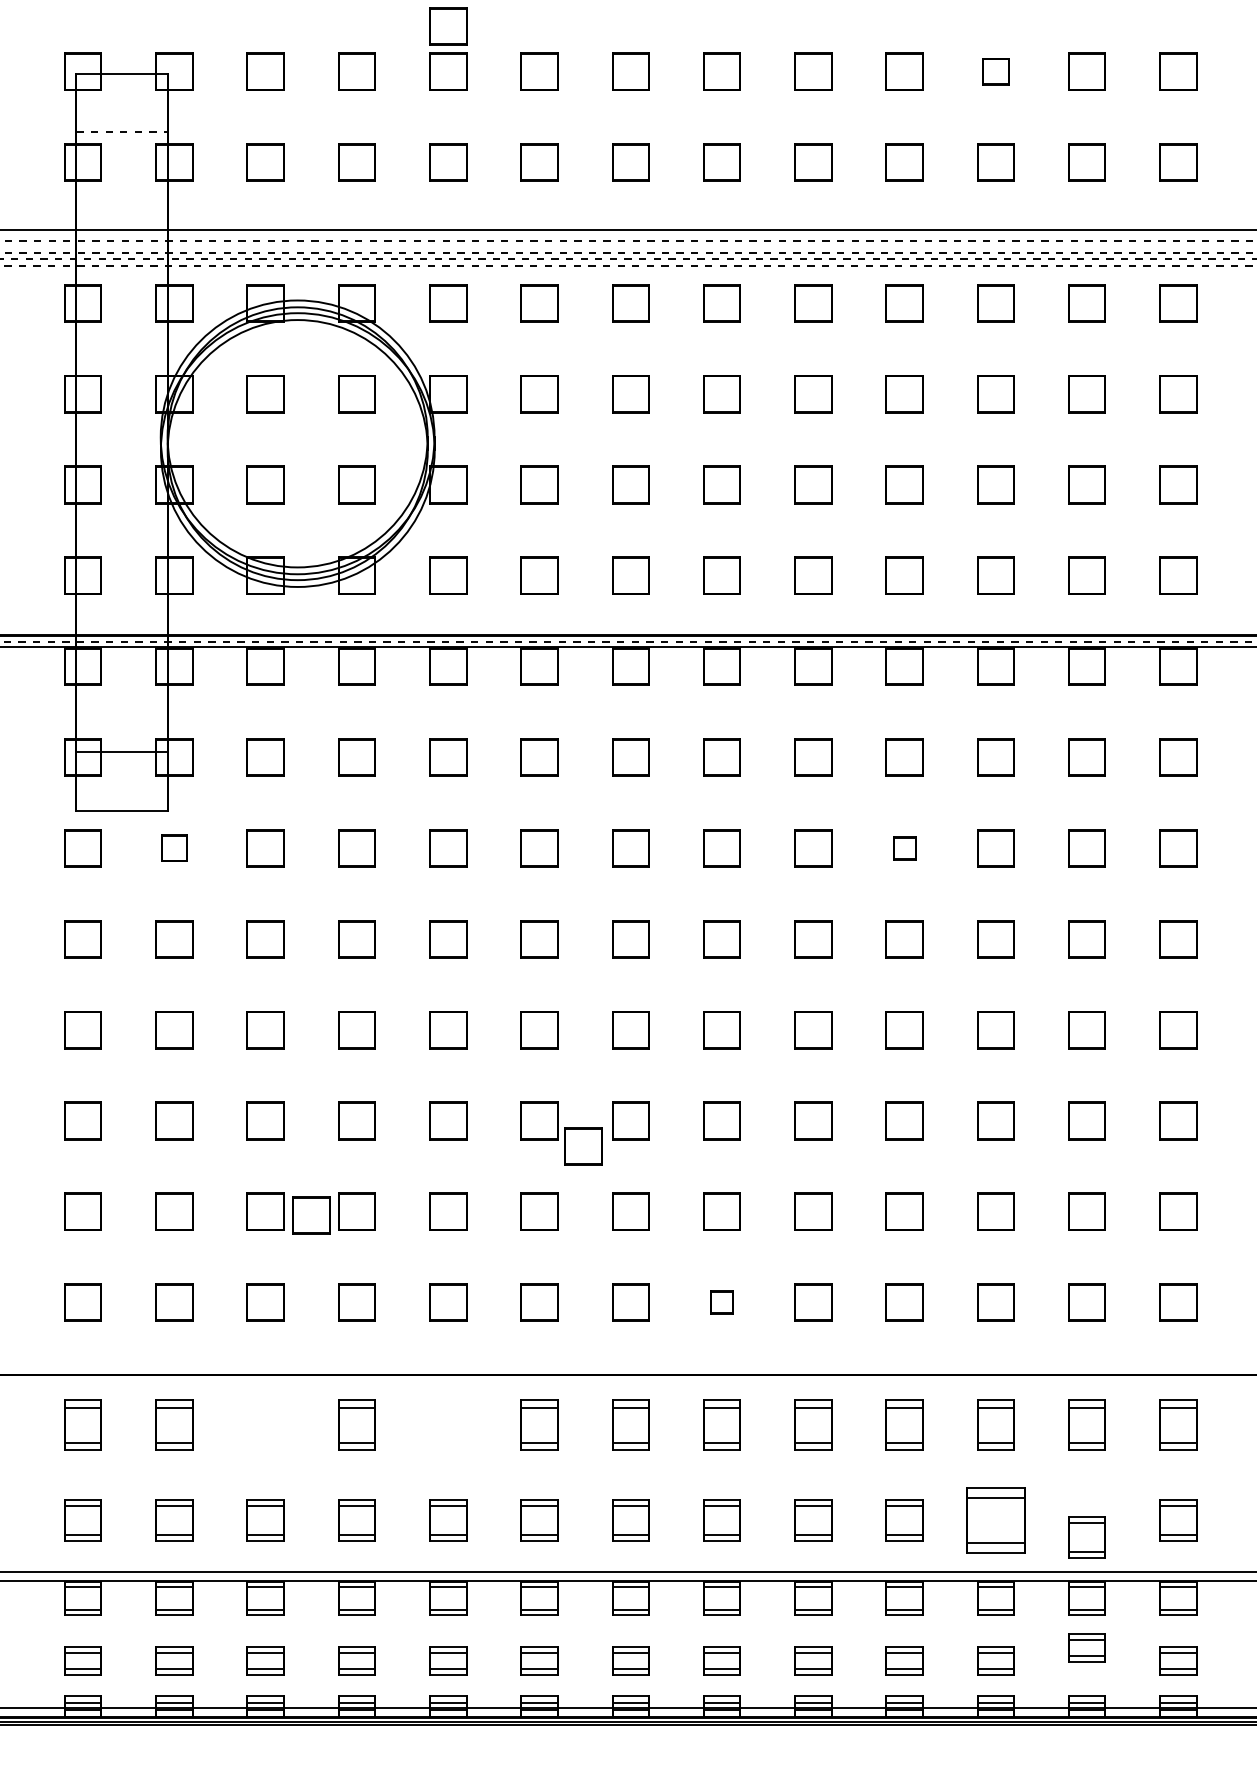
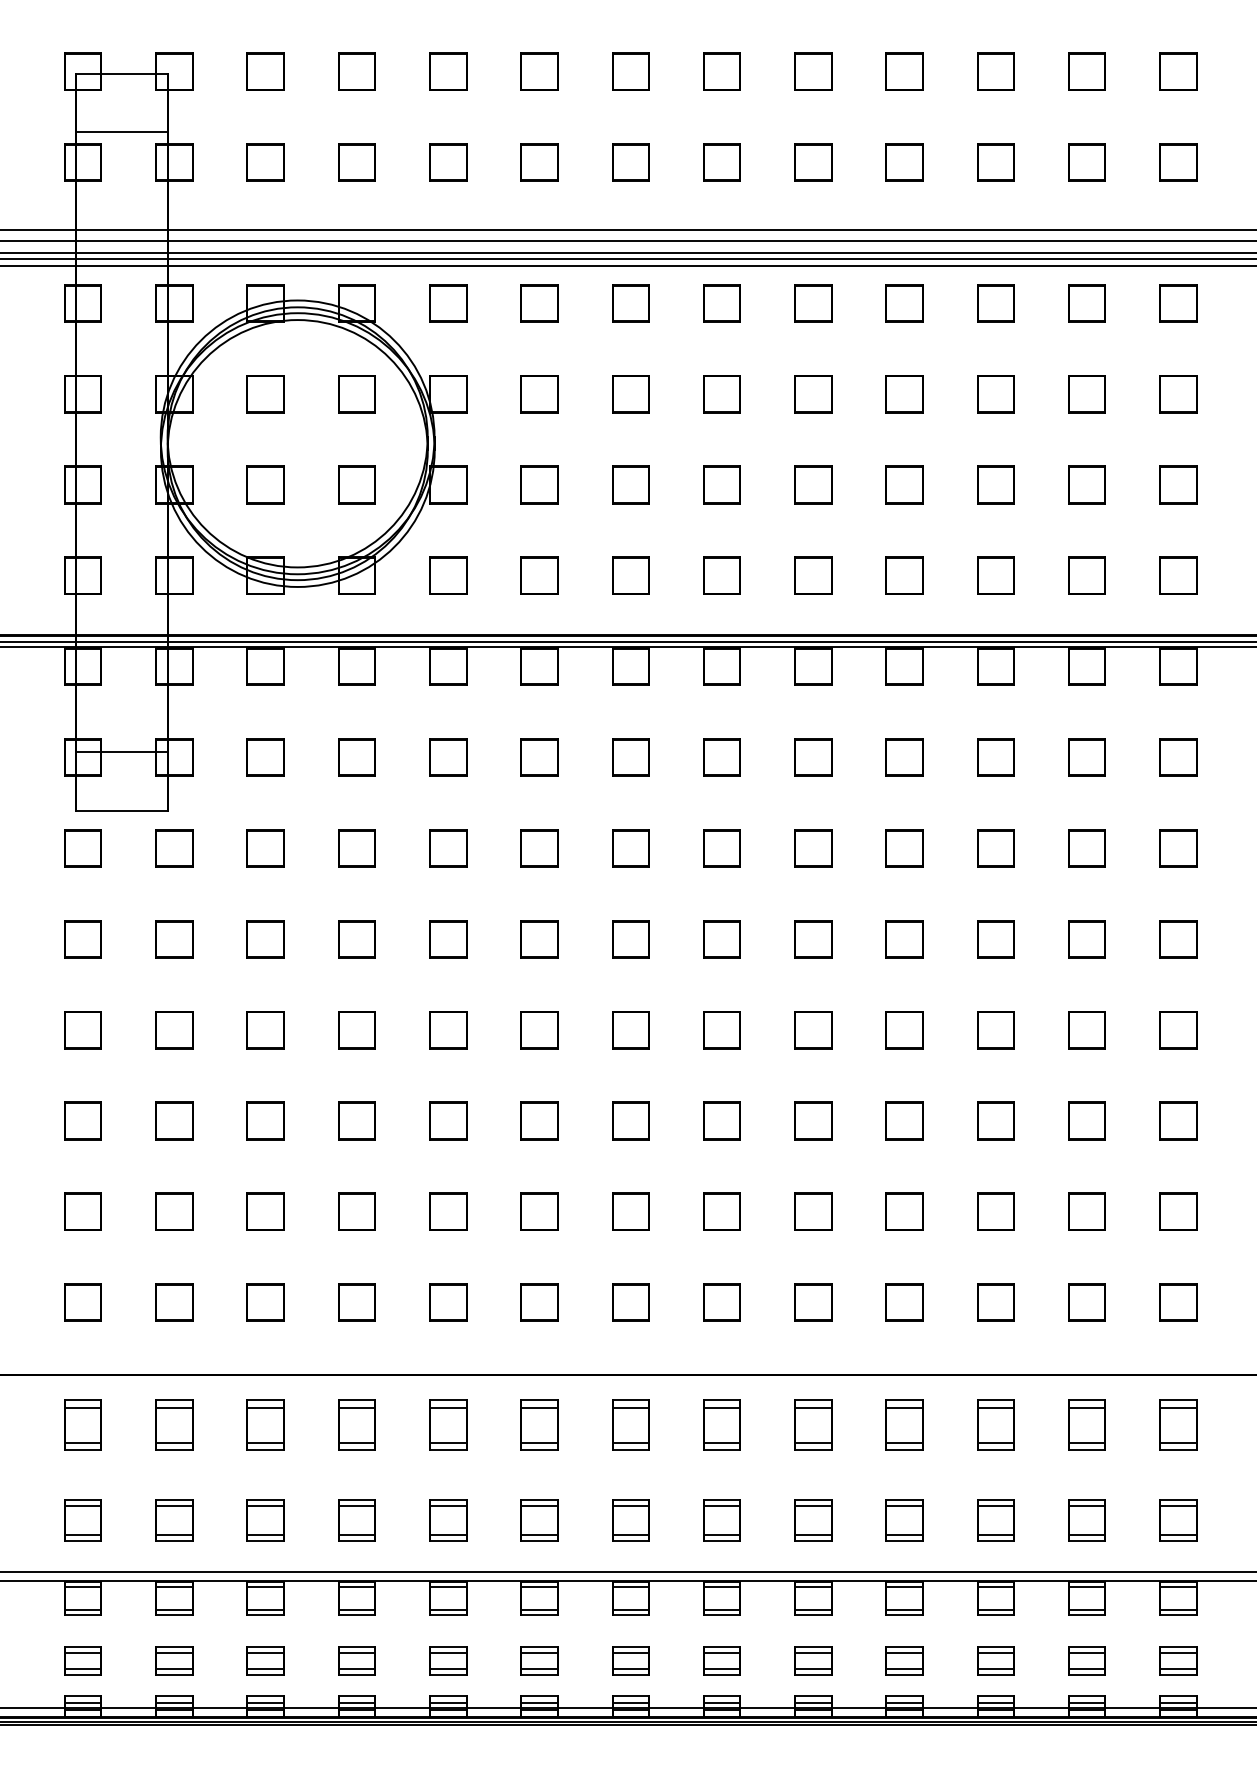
part at (448, 26): present -> none
part at (995, 71) size: 28x28 px -> 38x39 px
line at (121, 132): dashed -> solid
line at (628, 240): dashed -> solid
line at (628, 252): dashed -> solid
line at (628, 259): dashed -> solid
line at (628, 265): dashed -> solid
line at (629, 642): dashed -> solid
part at (174, 847) size: 27x28 px -> 39x39 px
part at (904, 848) size: 24x25 px -> 39x39 px
part at (583, 1146): present -> none
part at (311, 1215): present -> none
part at (721, 1302) size: 24x25 px -> 38x39 px
part at (265, 1424): none -> present
part at (448, 1424): none -> present
part at (995, 1520) size: 60x67 px -> 38x43 px
part at (1086, 1537) position: (1086, 1537) -> (1086, 1520)
part at (1086, 1647) position: (1086, 1647) -> (1086, 1660)
